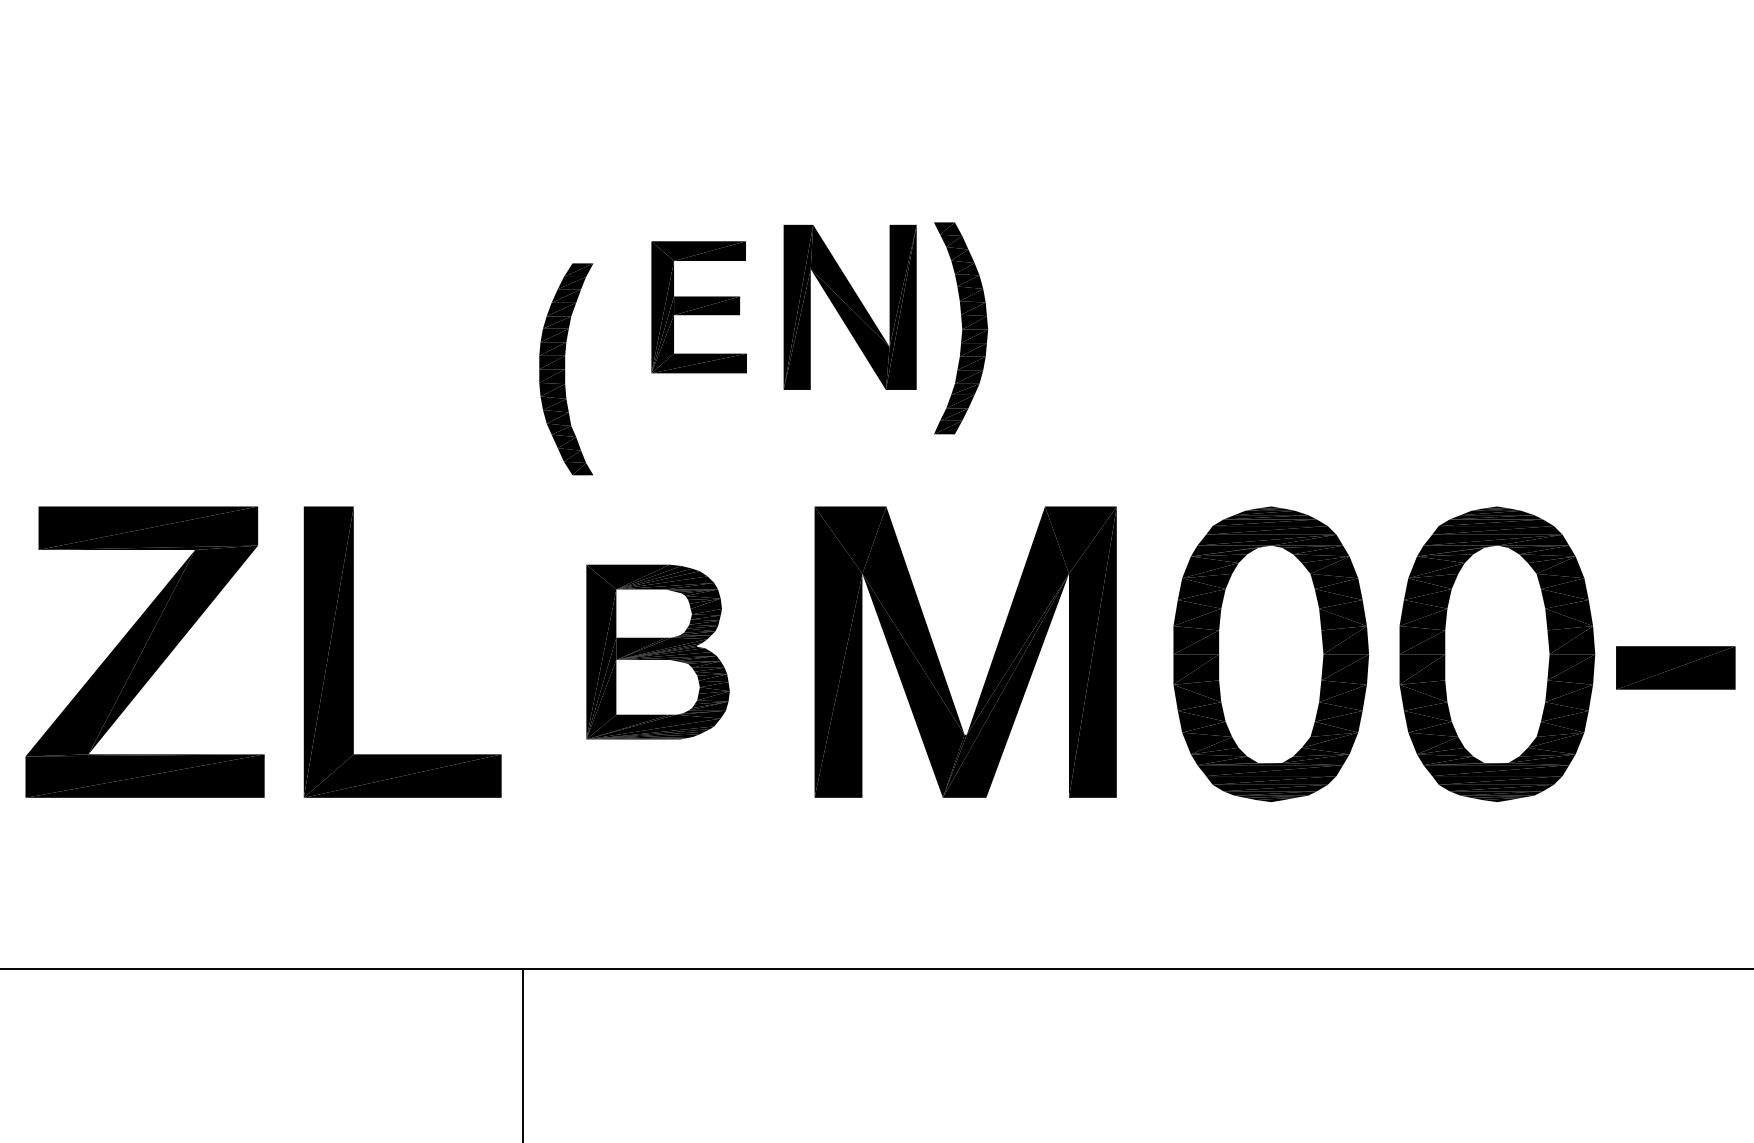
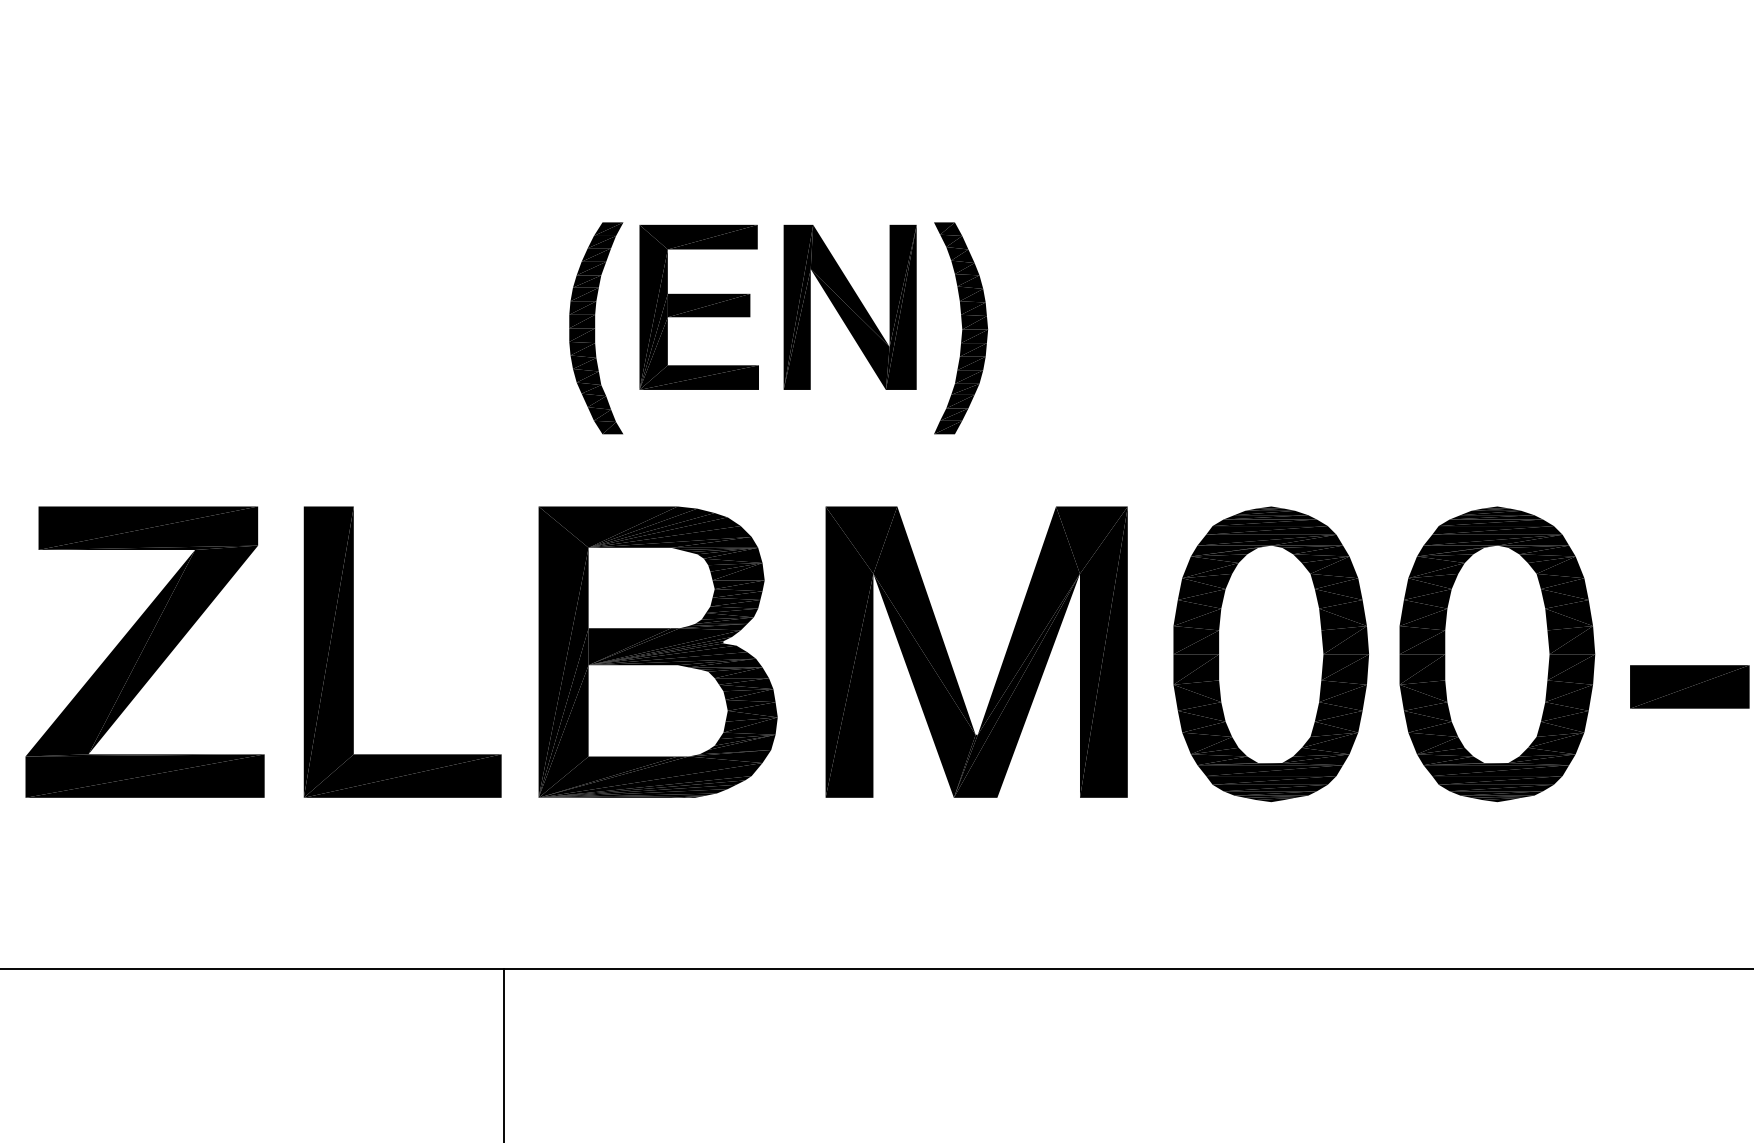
part at (698, 307) size: 96x133 px -> 120x166 px
part at (566, 369) position: (566, 369) -> (596, 328)
part at (657, 651) size: 144x176 px -> 240x292 px
part at (939, 660) position: (939, 660) -> (950, 660)
part at (1675, 667) position: (1675, 667) -> (1689, 686)
line at (523, 1053) position: (523, 1053) -> (504, 1053)
